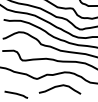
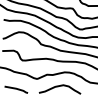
line at (16, 94) position: (16, 94) -> (16, 89)
